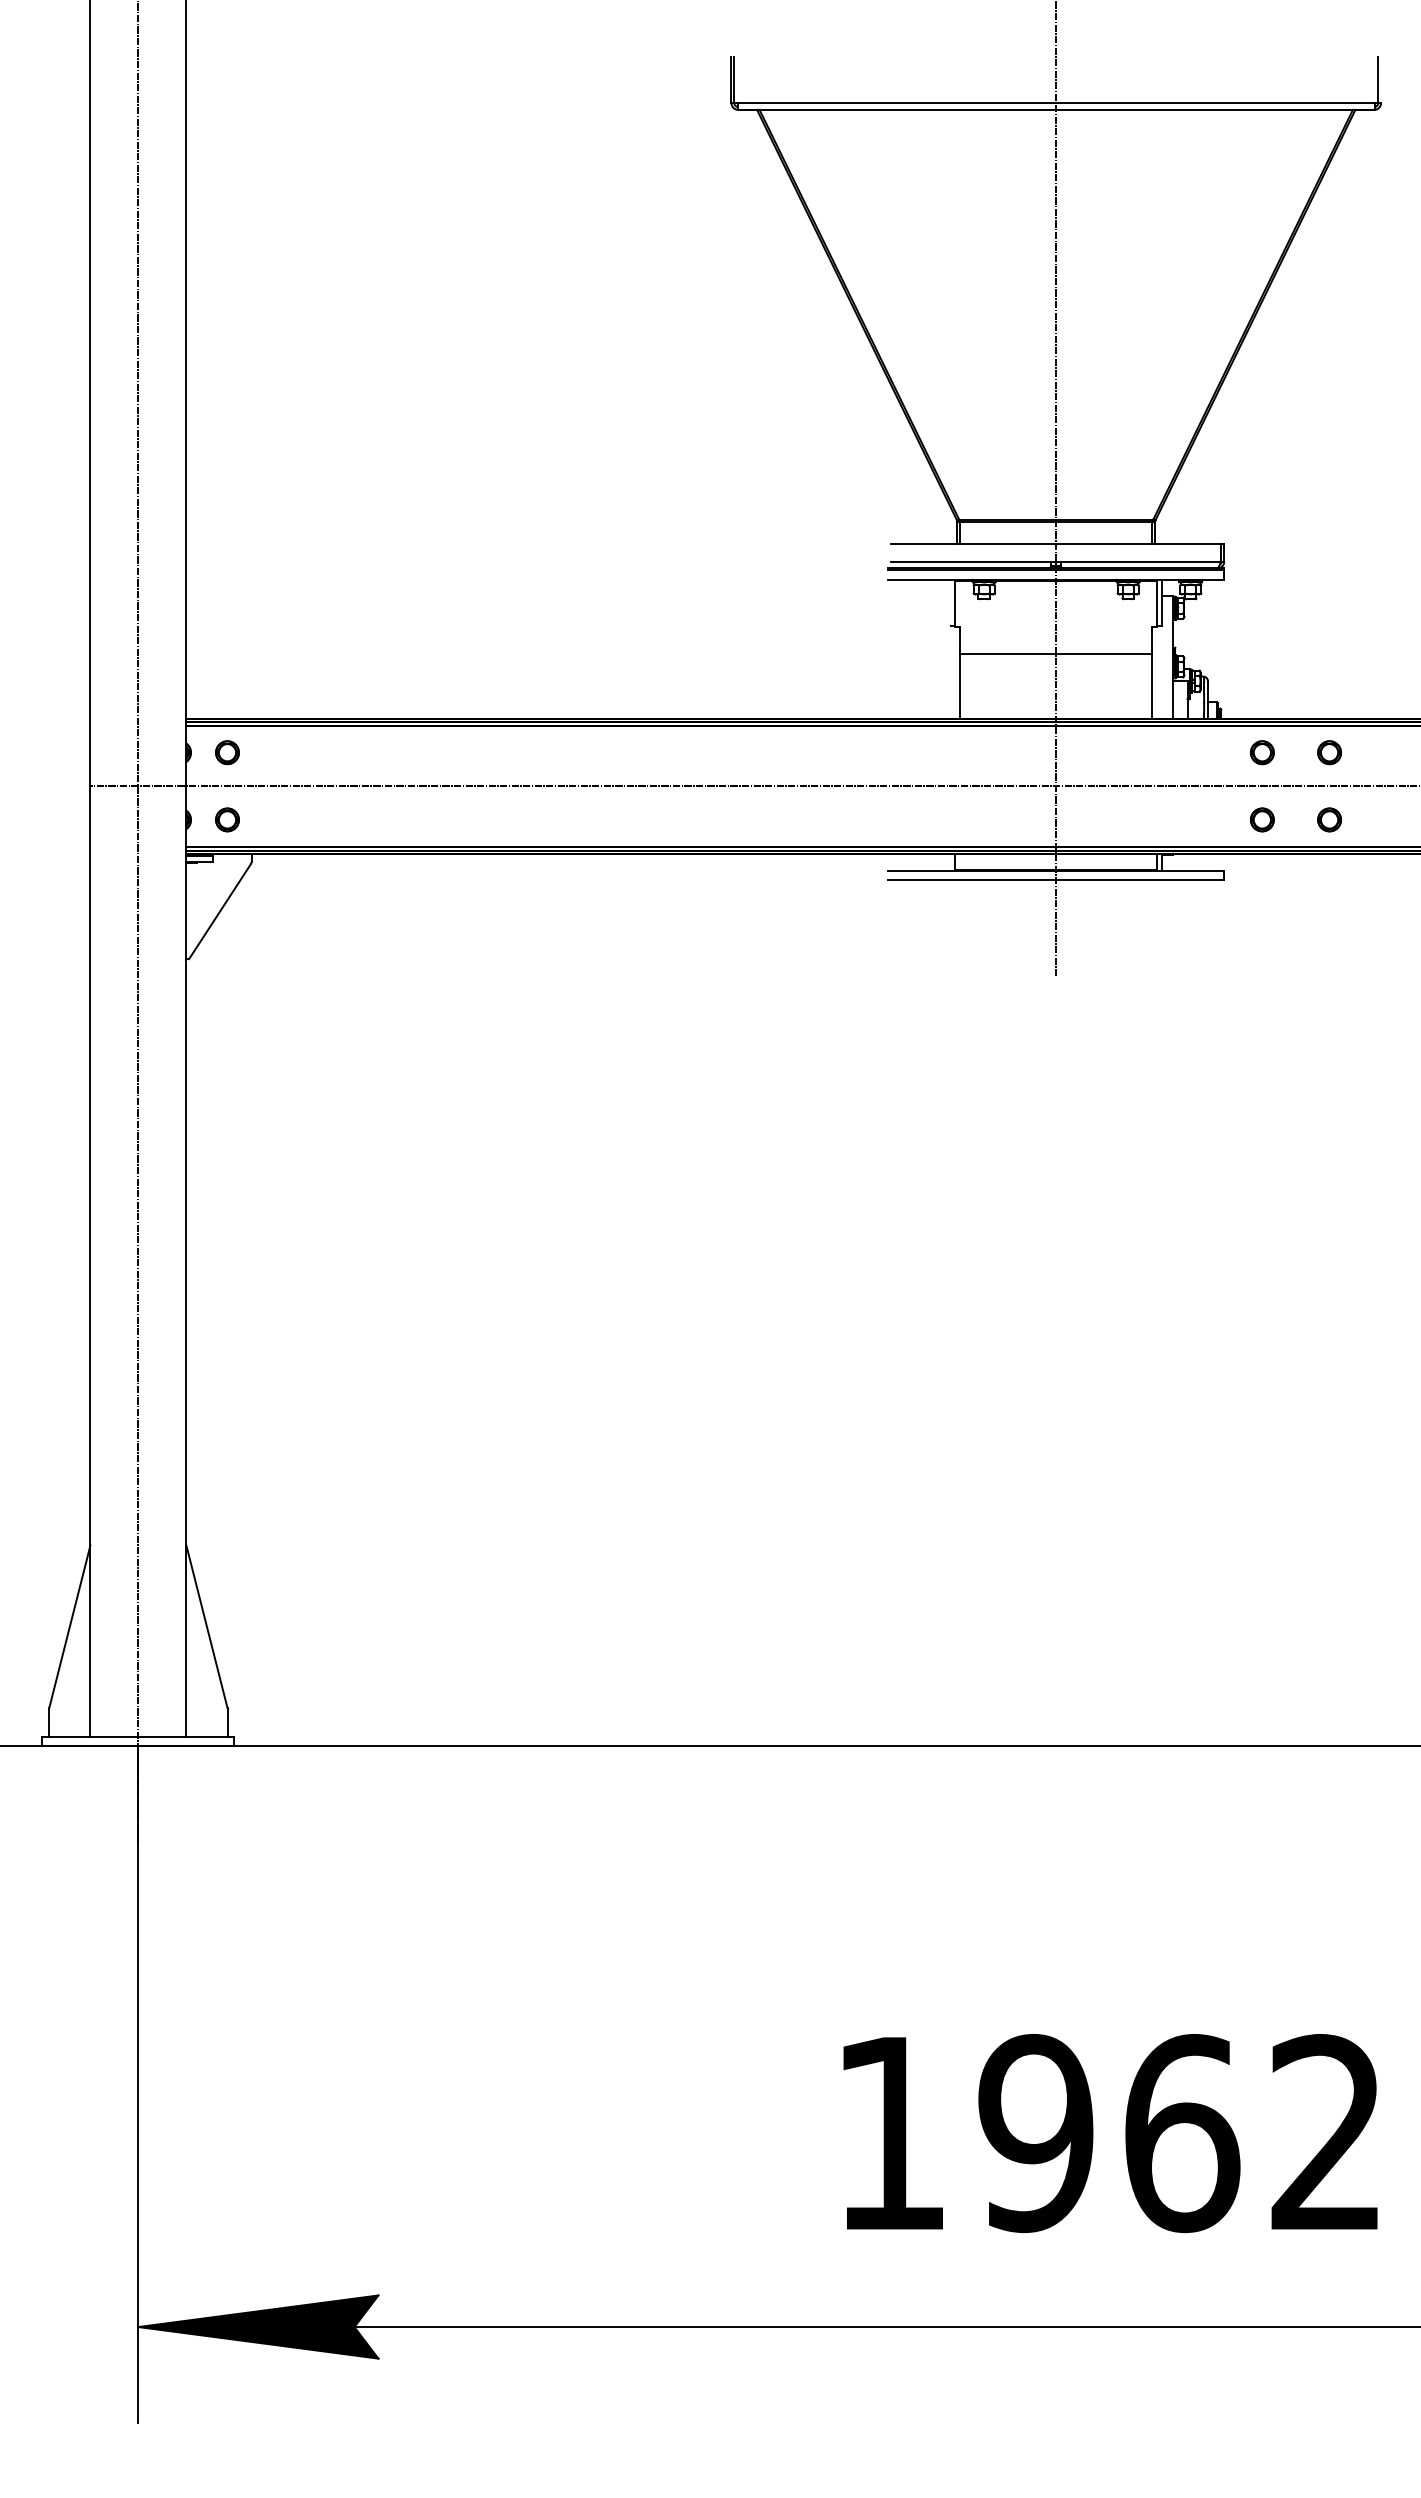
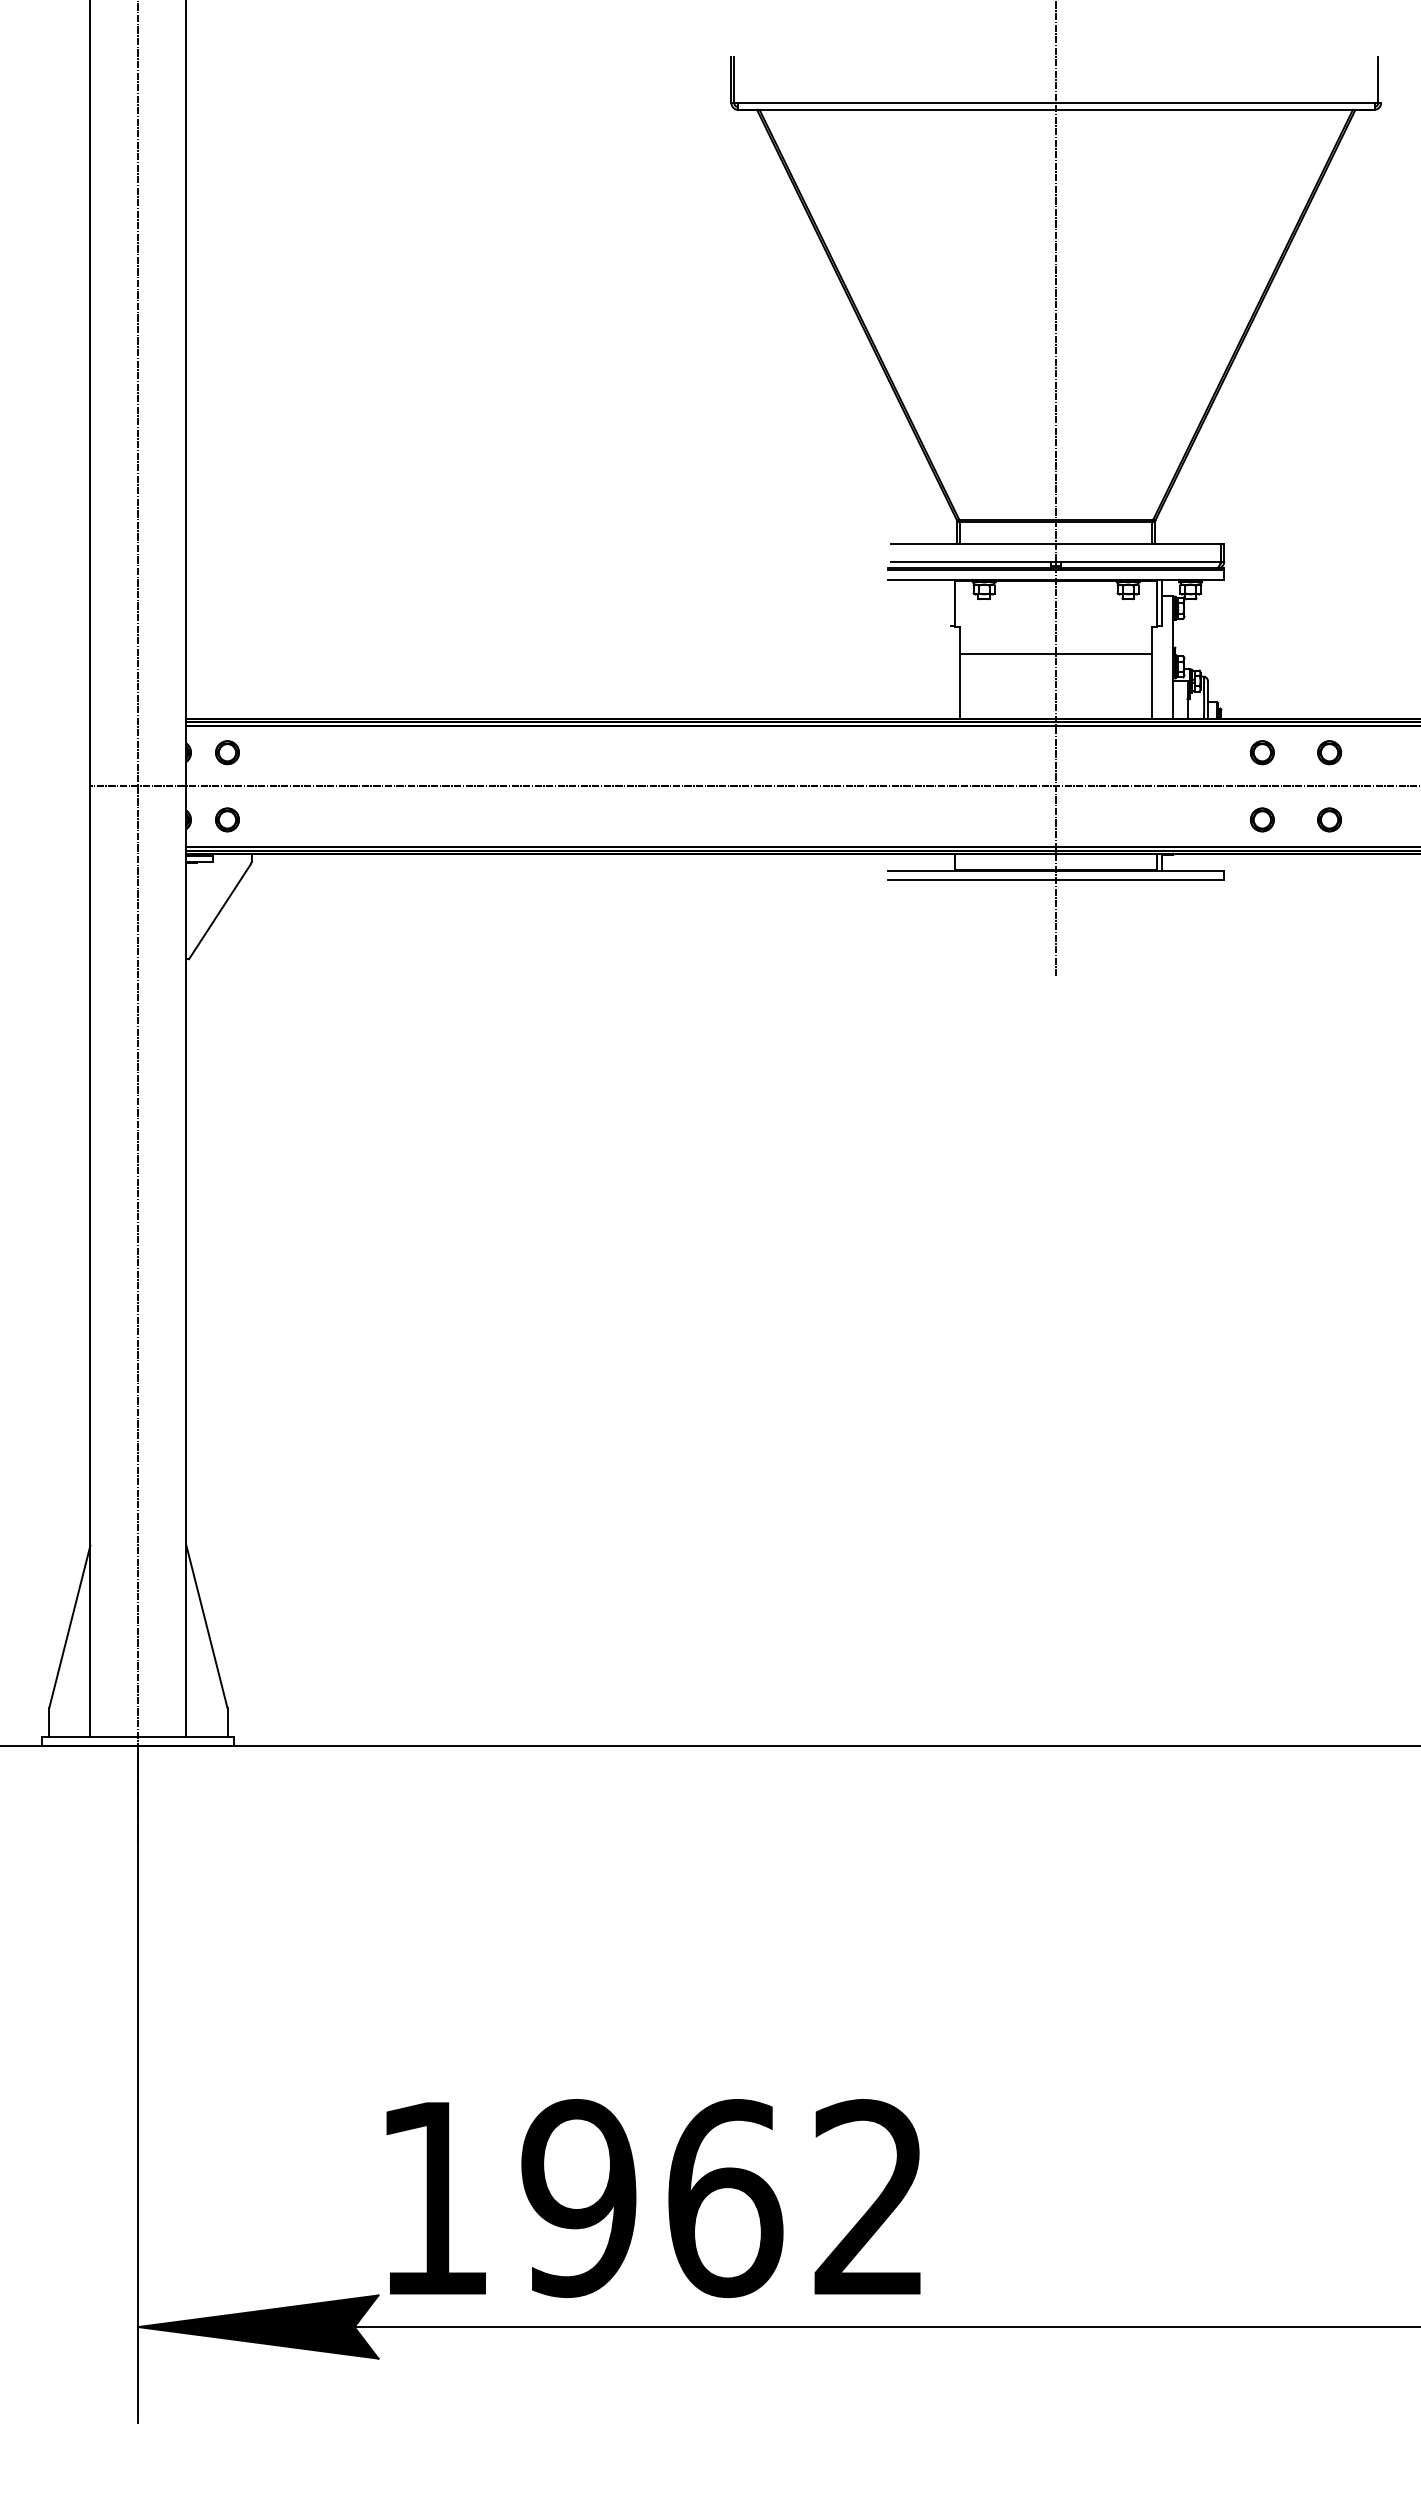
text at (1110, 2133) position: (1110, 2133) -> (653, 2198)
